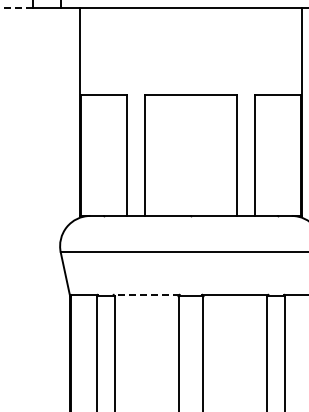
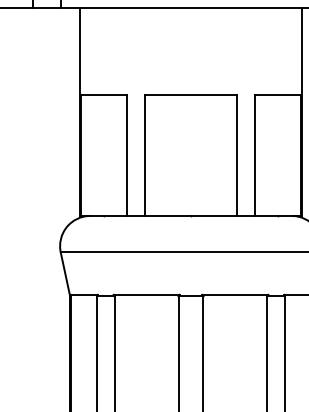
line at (16, 8): dashed -> solid
line at (146, 294): dashed -> solid
